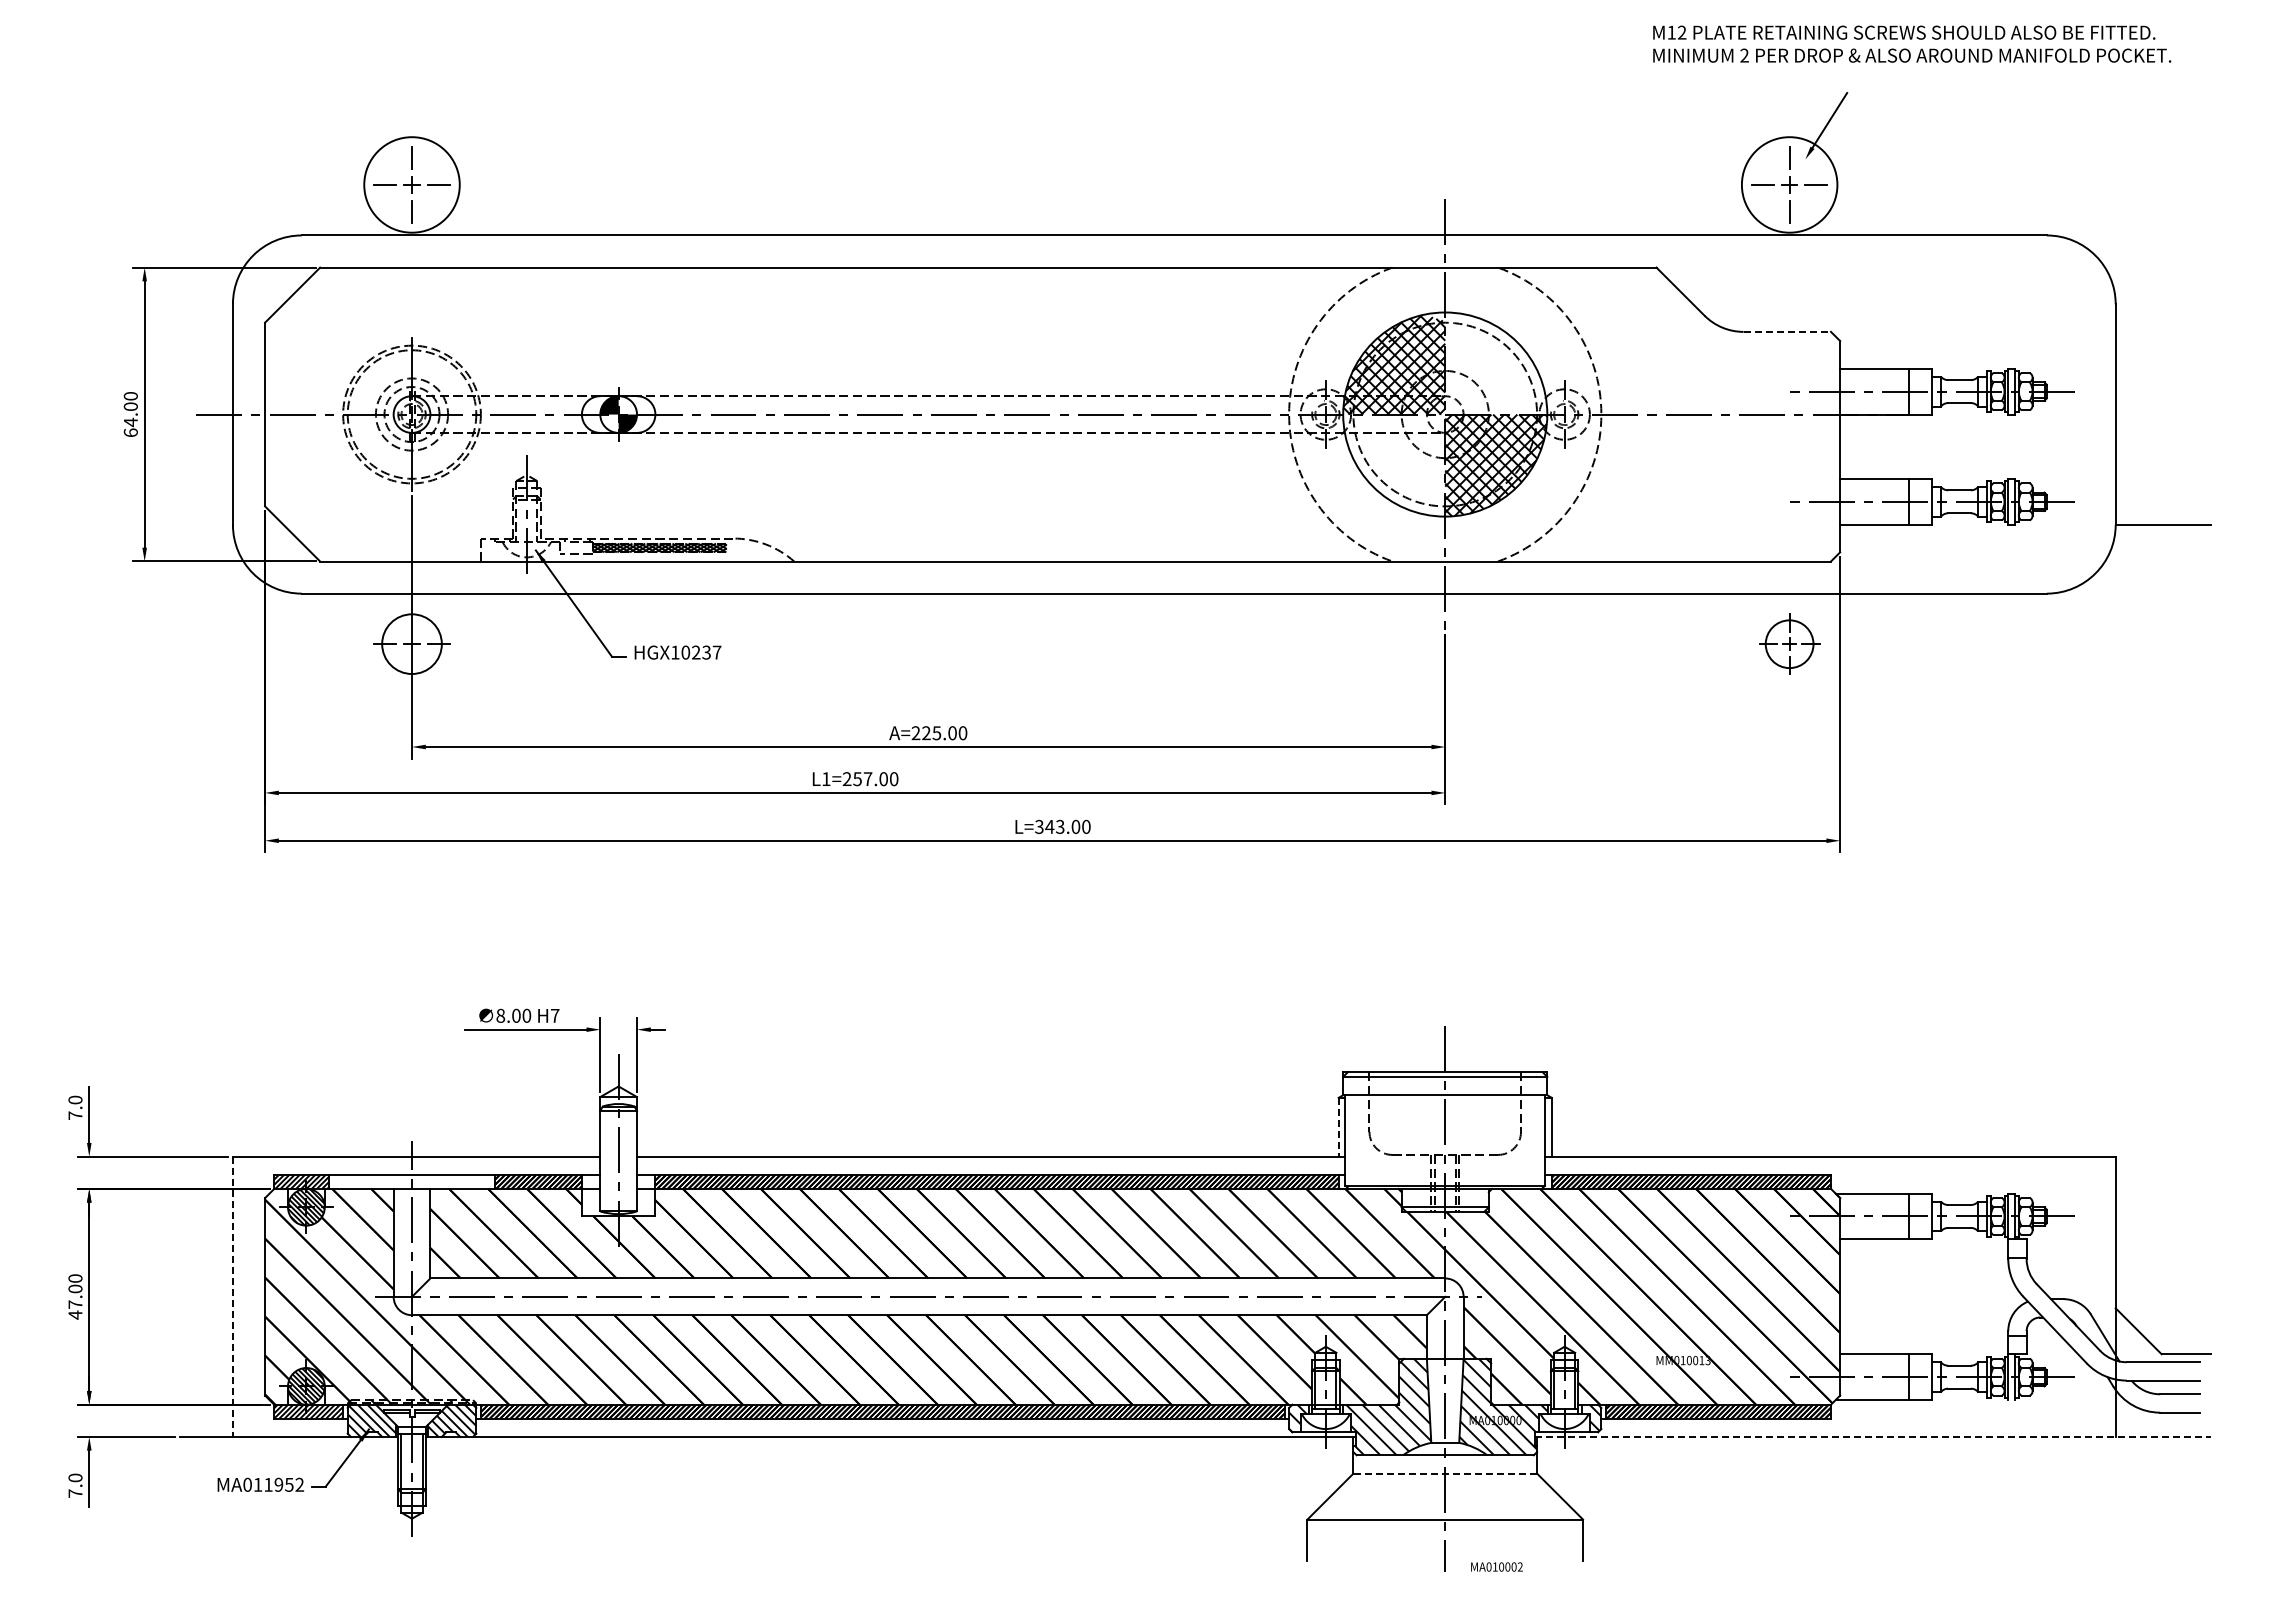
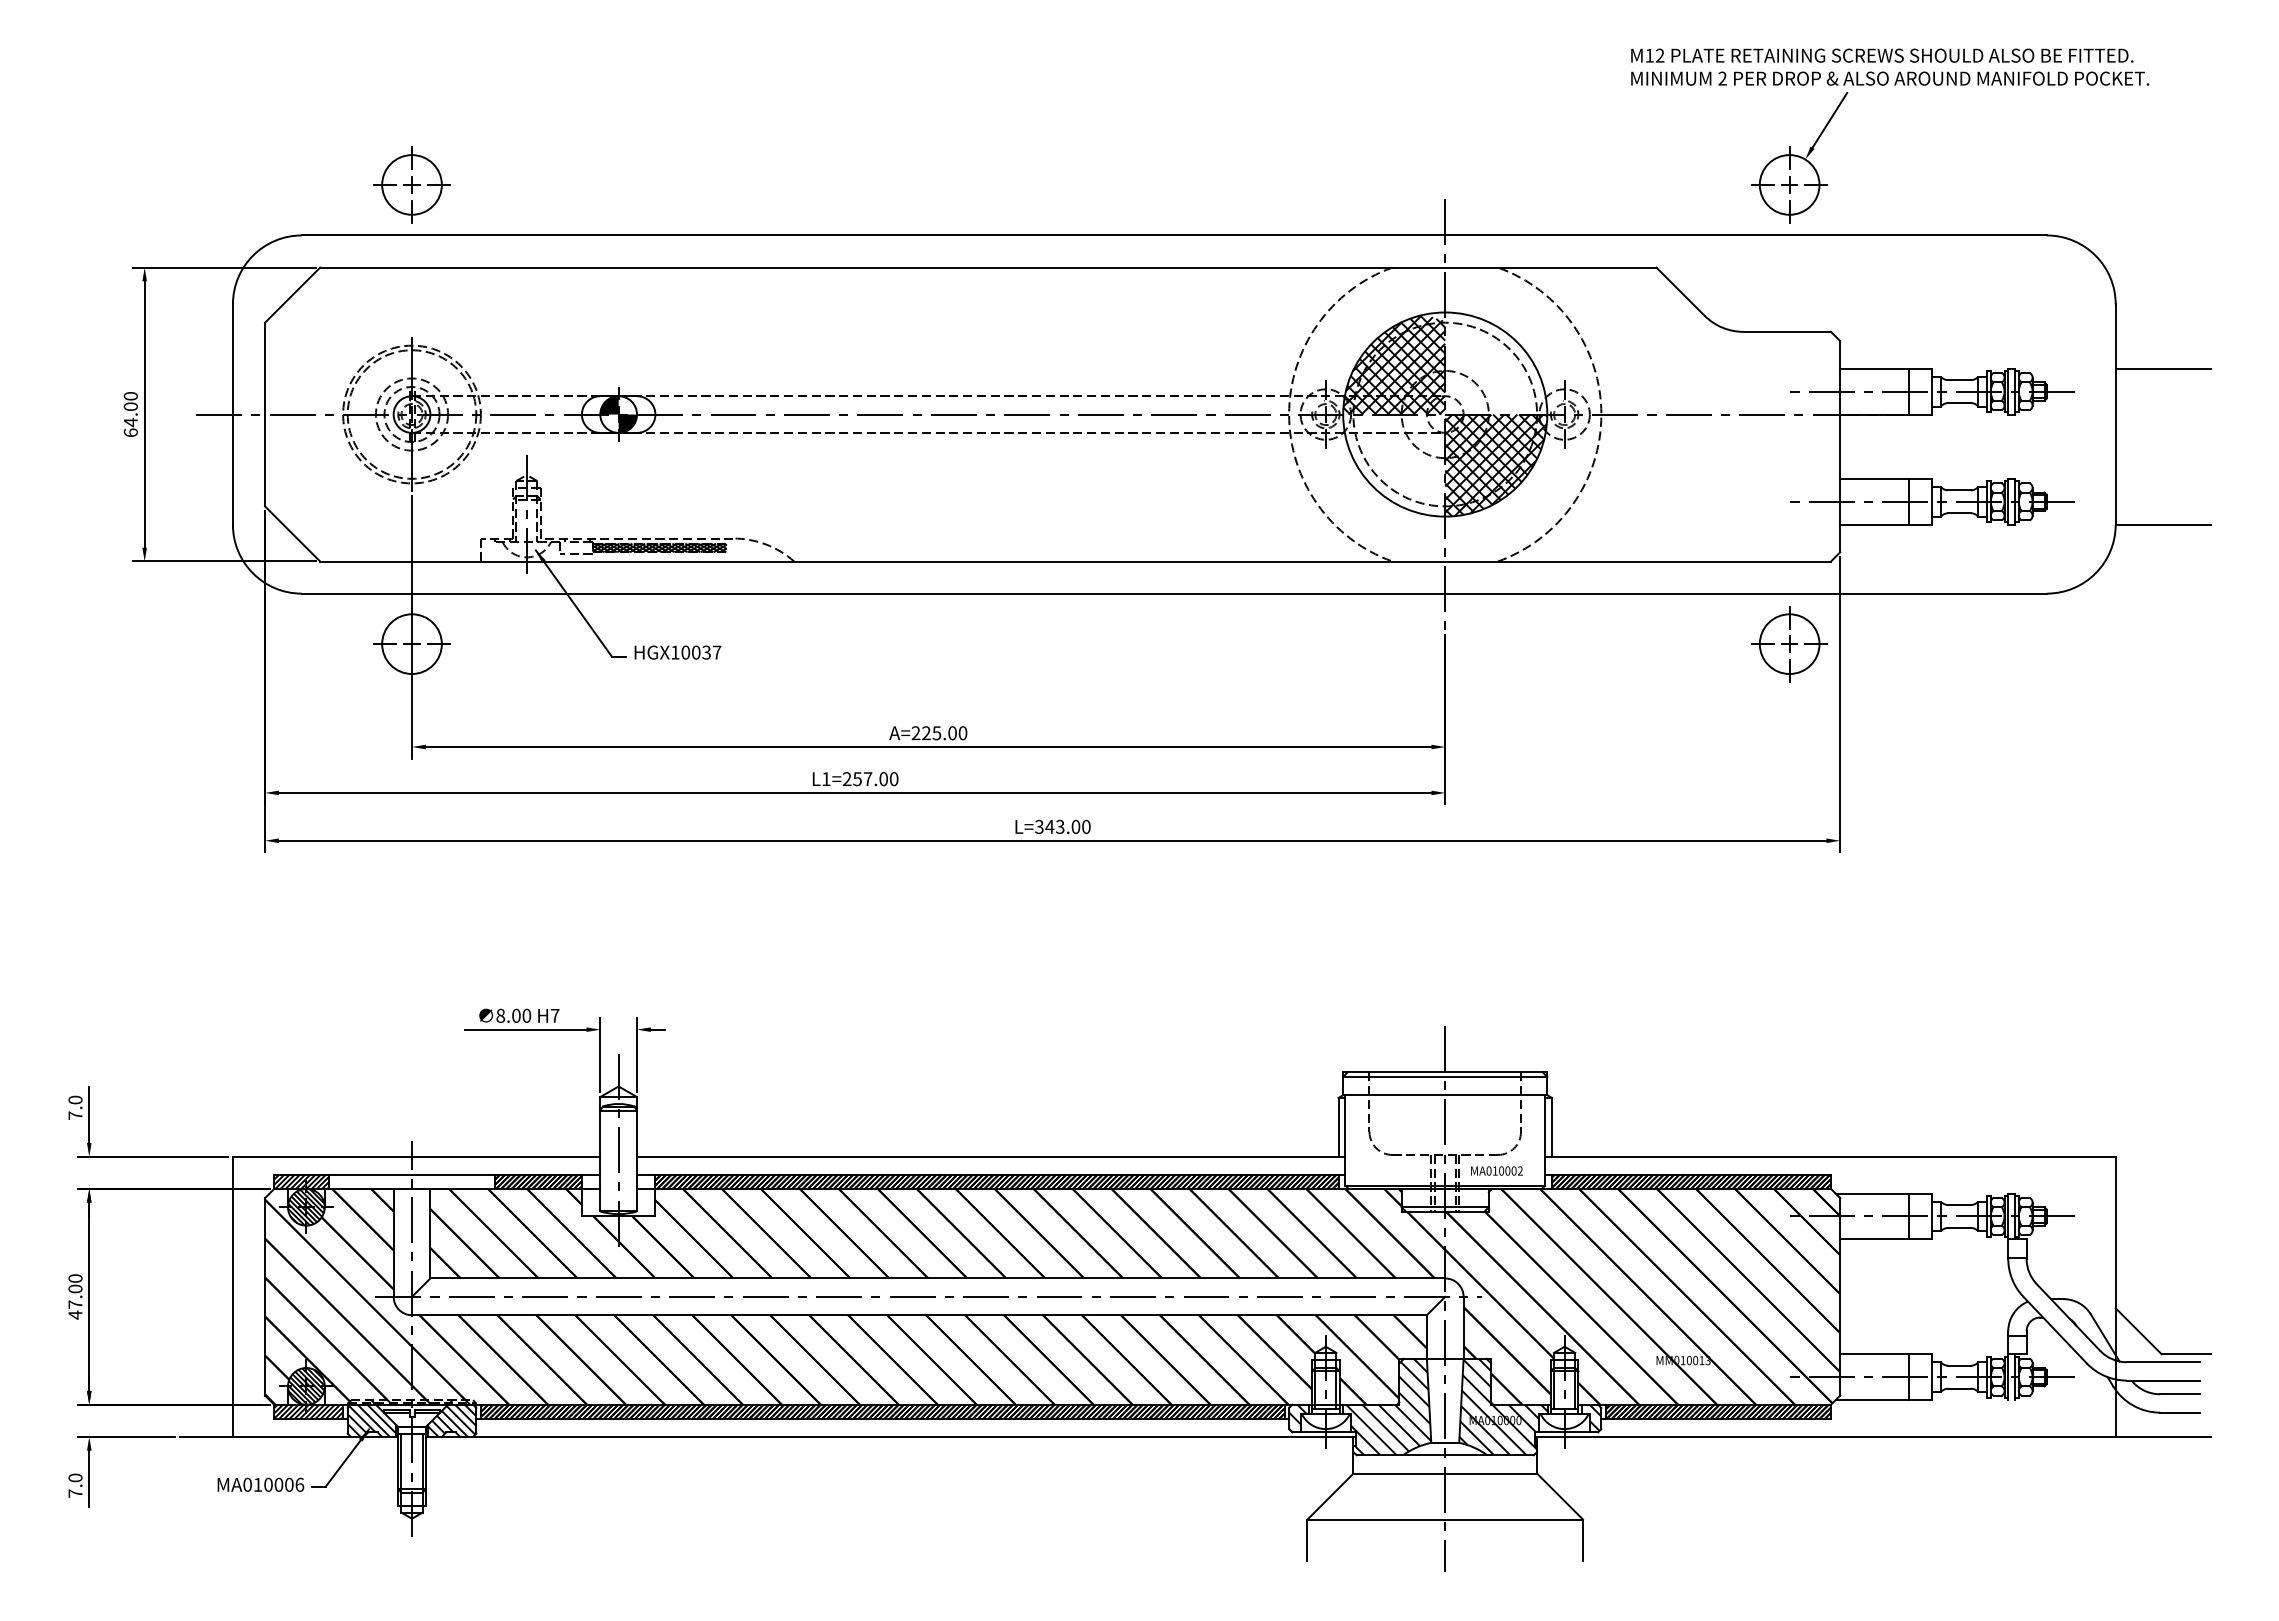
text at (1912, 43) position: (1912, 43) -> (1890, 66)
circle at (411, 184) diameter: 96 px -> 60 px
circle at (1789, 184) diameter: 96 px -> 60 px
line at (1787, 331): dashed -> solid
line at (2162, 368): none -> present
part at (1789, 643) size: 62x62 px -> 77x77 px
text at (696, 652): HGX10237 -> HGX10037
line at (1338, 1127): dashed -> solid
line at (232, 1297): dashed -> solid
line at (1872, 1436): dashed -> solid
line at (1445, 1473): dashed -> solid
text at (284, 1484): MA011952 -> MA010006
text at (1496, 1566) position: (1496, 1566) -> (1496, 1170)
